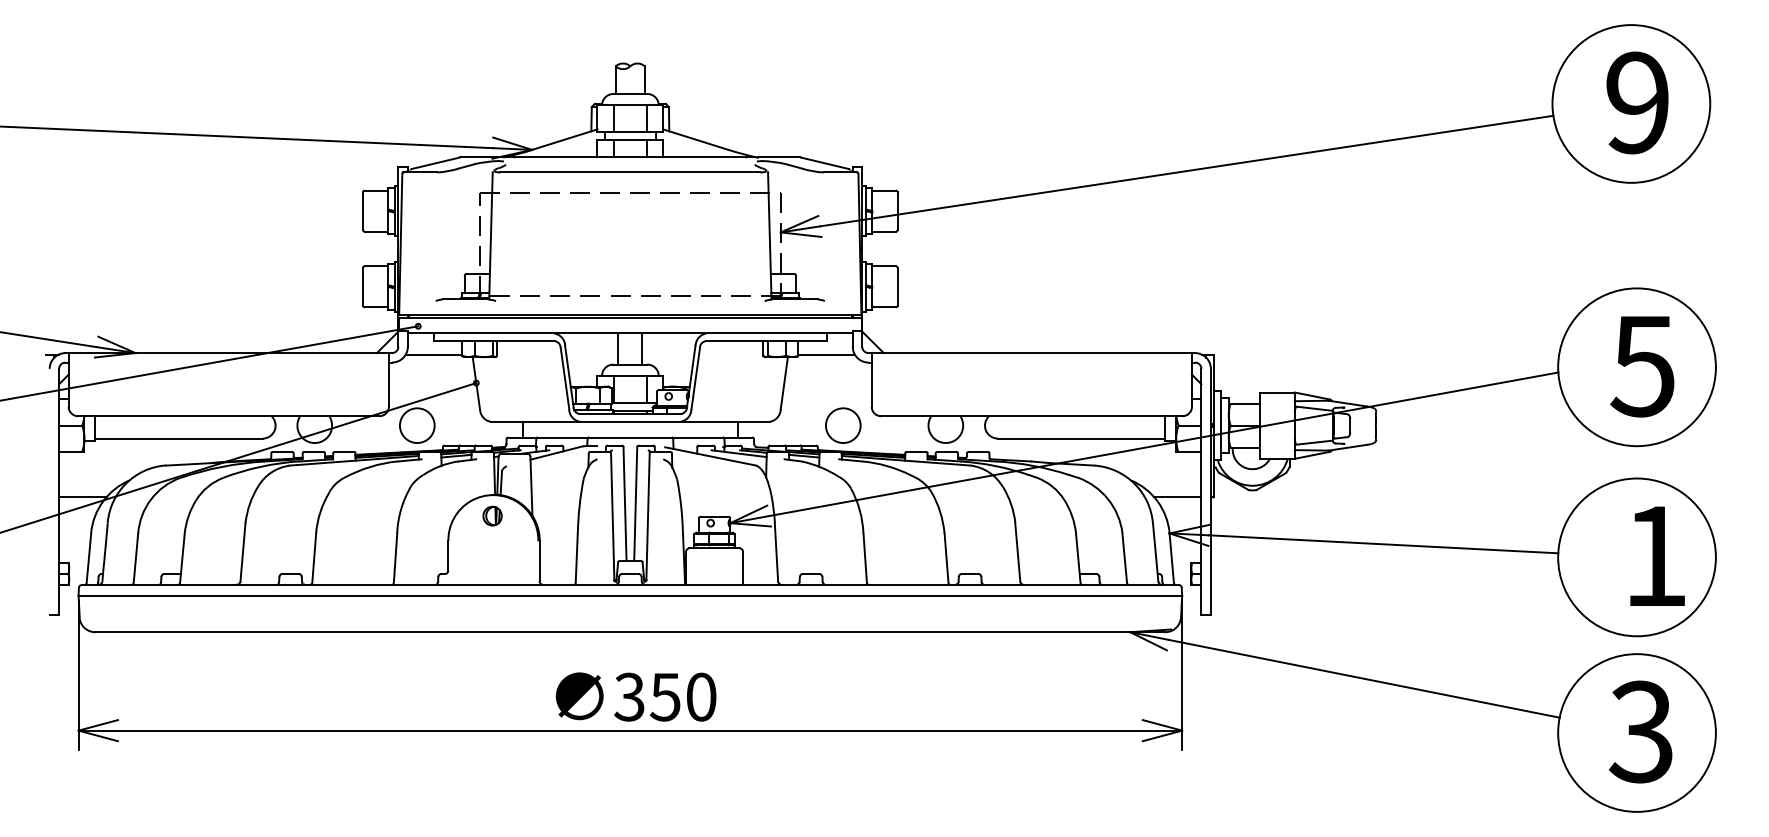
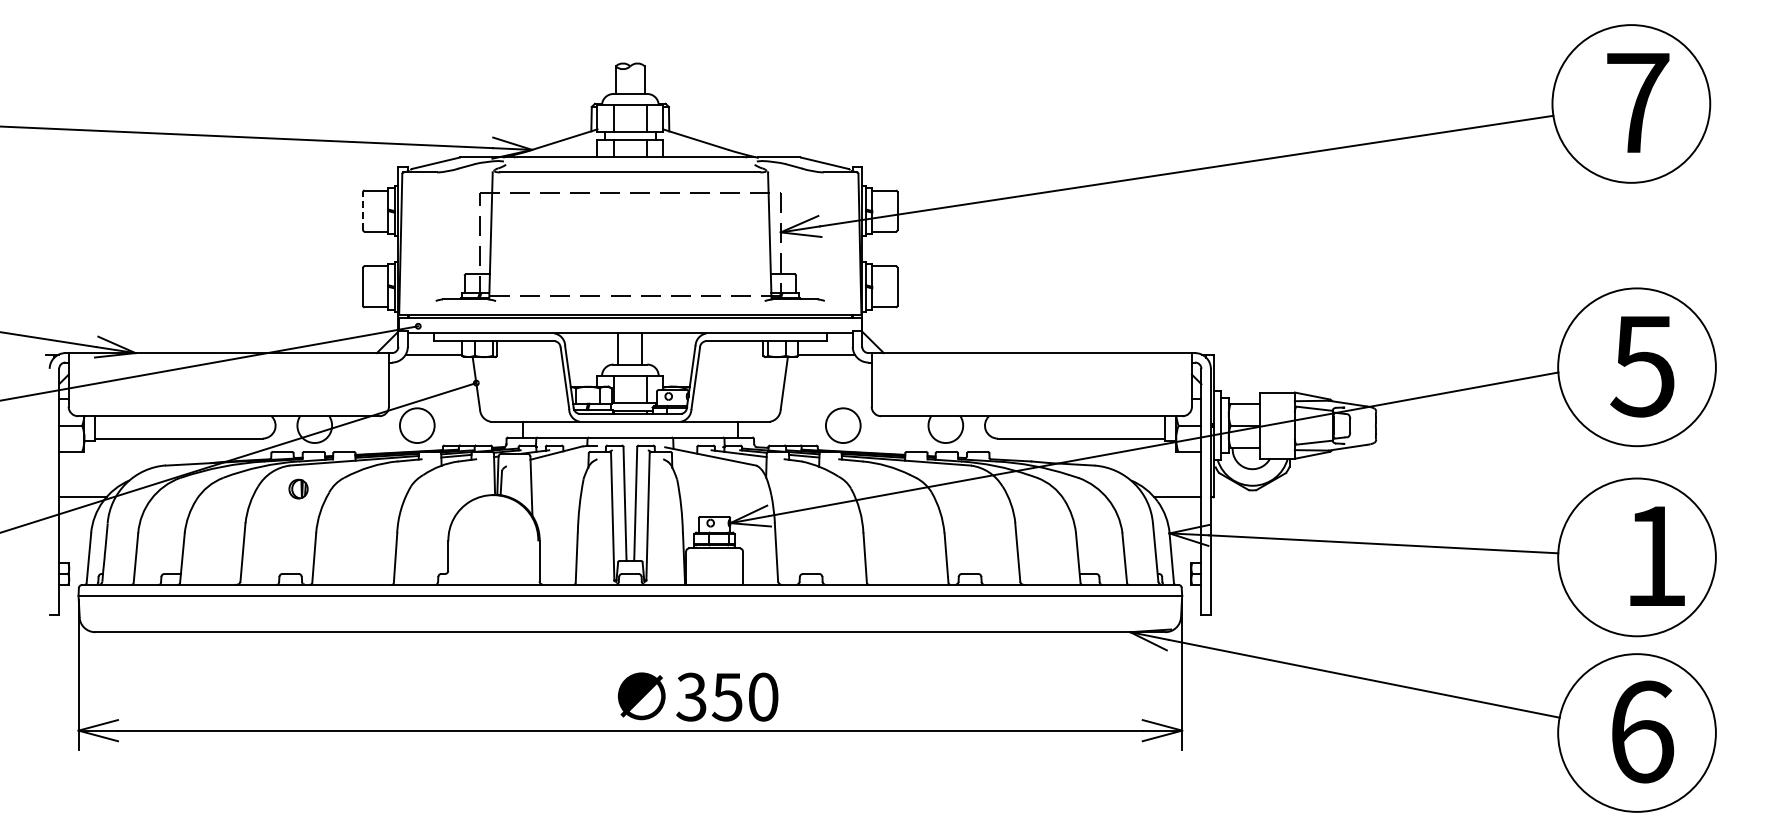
text at (1637, 102): 9 -> 7
line at (363, 211): solid -> dashed
part at (492, 515) position: (492, 515) -> (298, 488)
text at (636, 696) position: (636, 696) -> (698, 696)
text at (1641, 731): 3 -> 6
